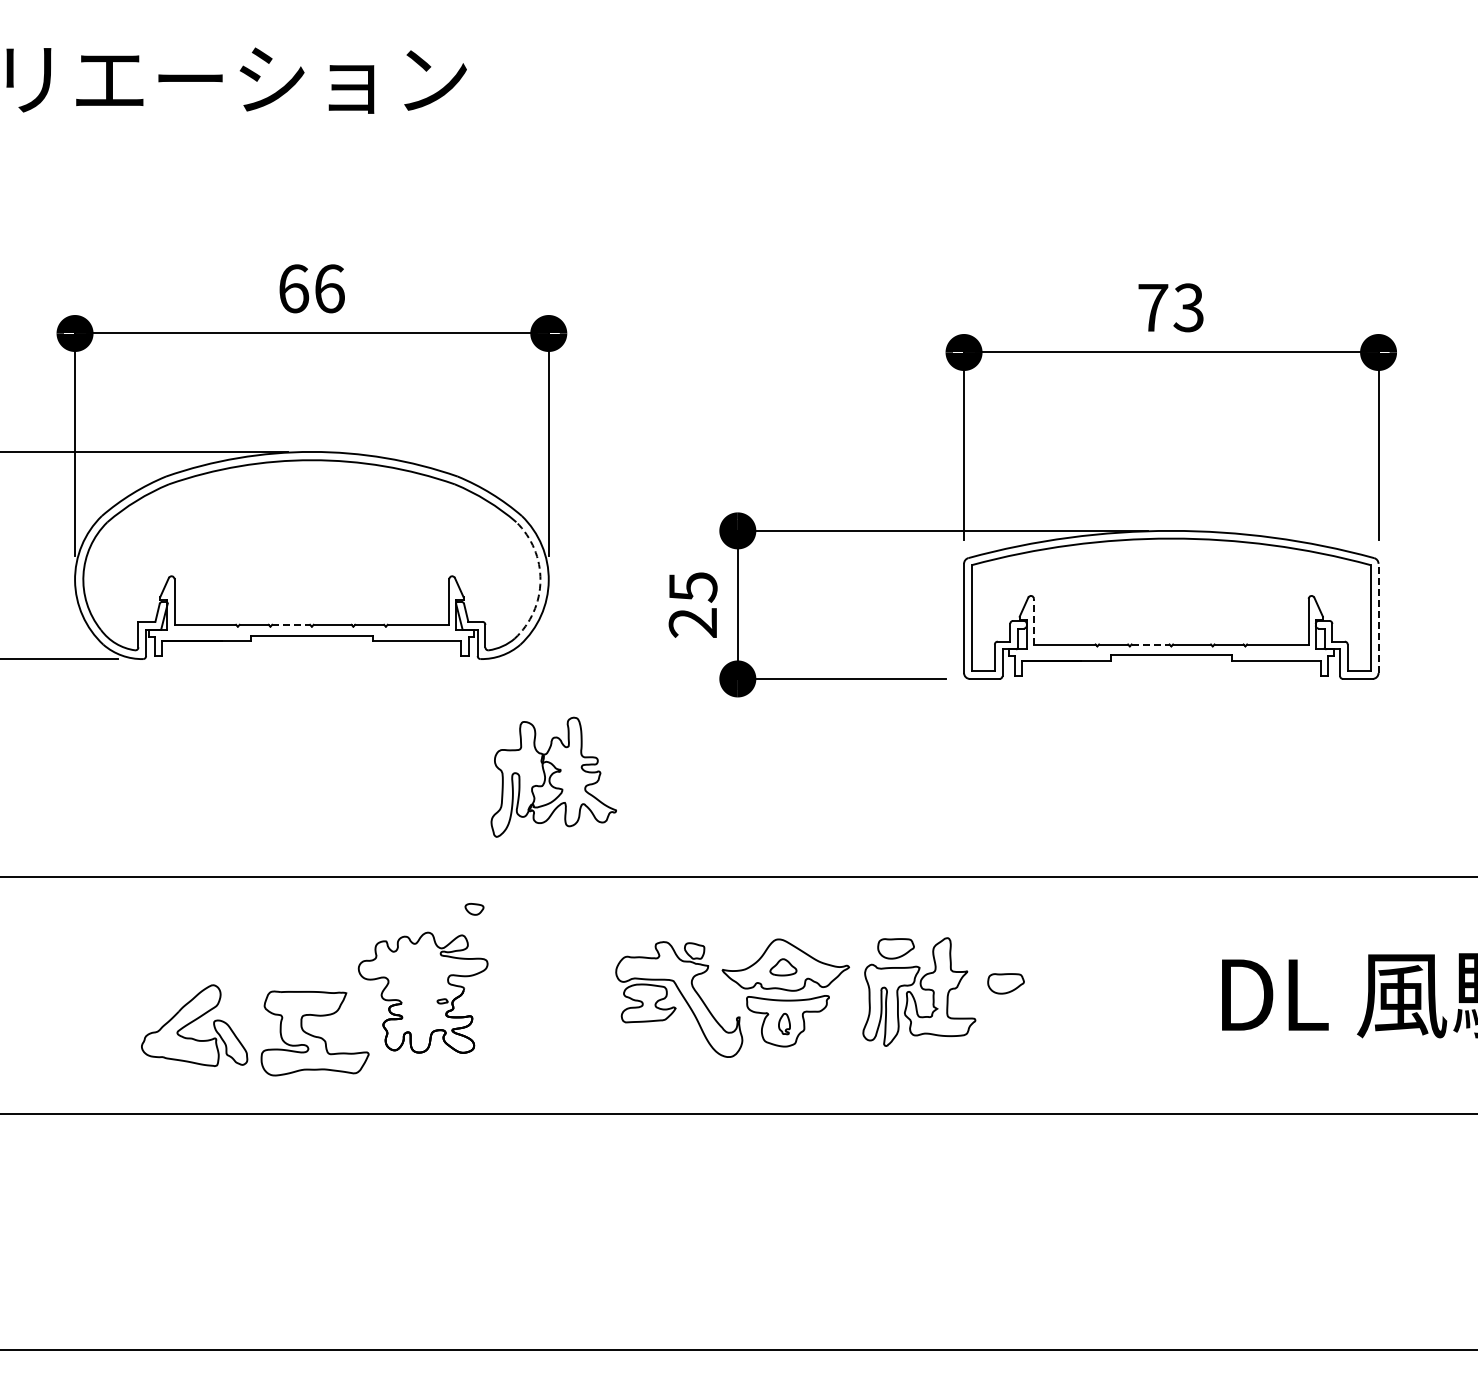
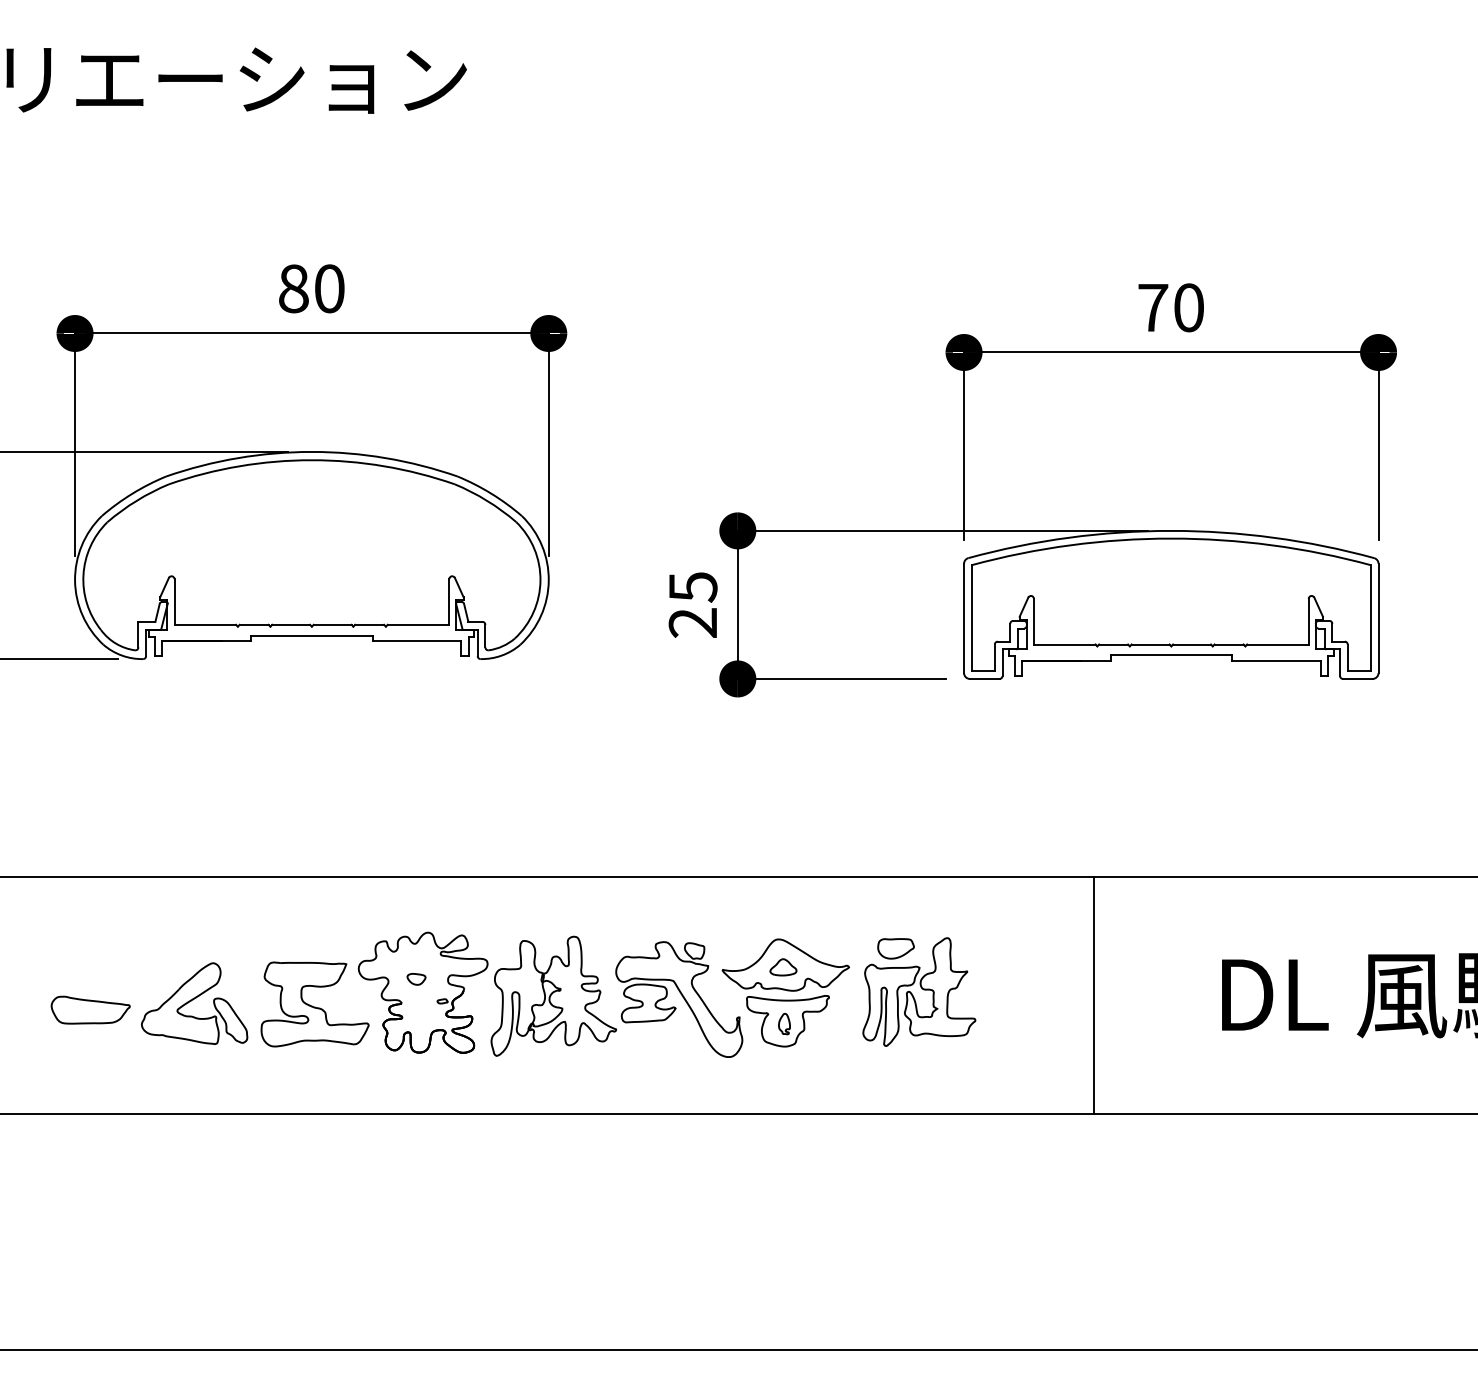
text at (311, 288): 66 -> 80
text at (1188, 307): 73 -> 70
arc at (540, 580): dashed -> solid
line at (1378, 618): dashed -> solid
line at (1033, 621): dashed -> solid
line at (291, 624): dashed -> solid
line at (1150, 644): dashed -> solid
part at (553, 776) position: (553, 776) -> (553, 995)
part at (474, 909) position: (474, 909) -> (416, 979)
part at (1005, 983): present -> none
line at (1093, 994): none -> present
curve at (90, 1001): none -> present
part at (194, 1025) position: (194, 1025) -> (194, 1003)
curve at (314, 1035) position: (314, 1035) -> (314, 1006)
